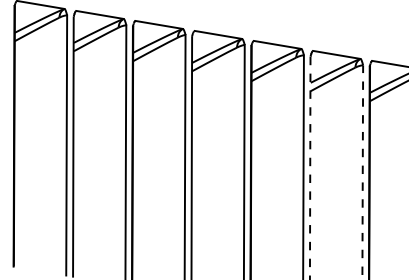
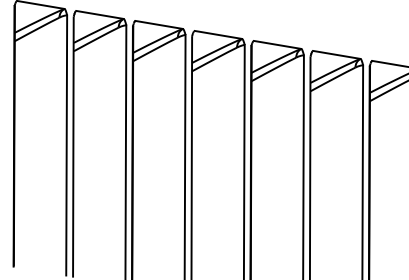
line at (310, 168): dashed -> solid
line at (362, 172): dashed -> solid
